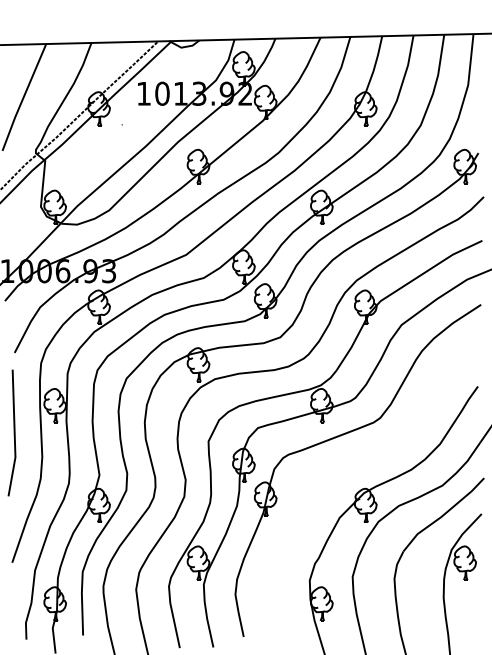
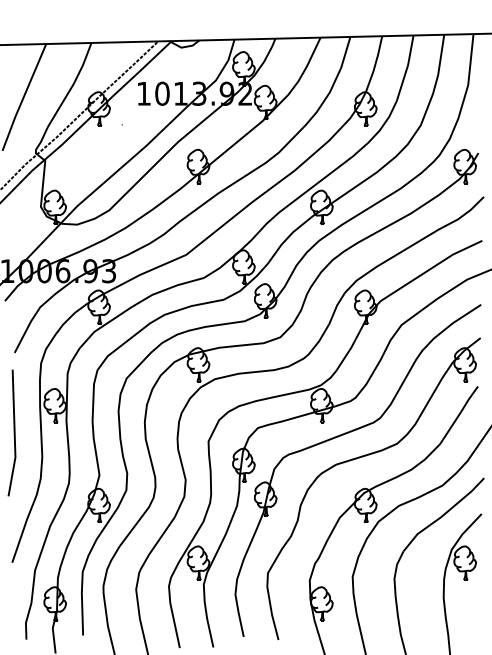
part at (363, 457): none -> present
